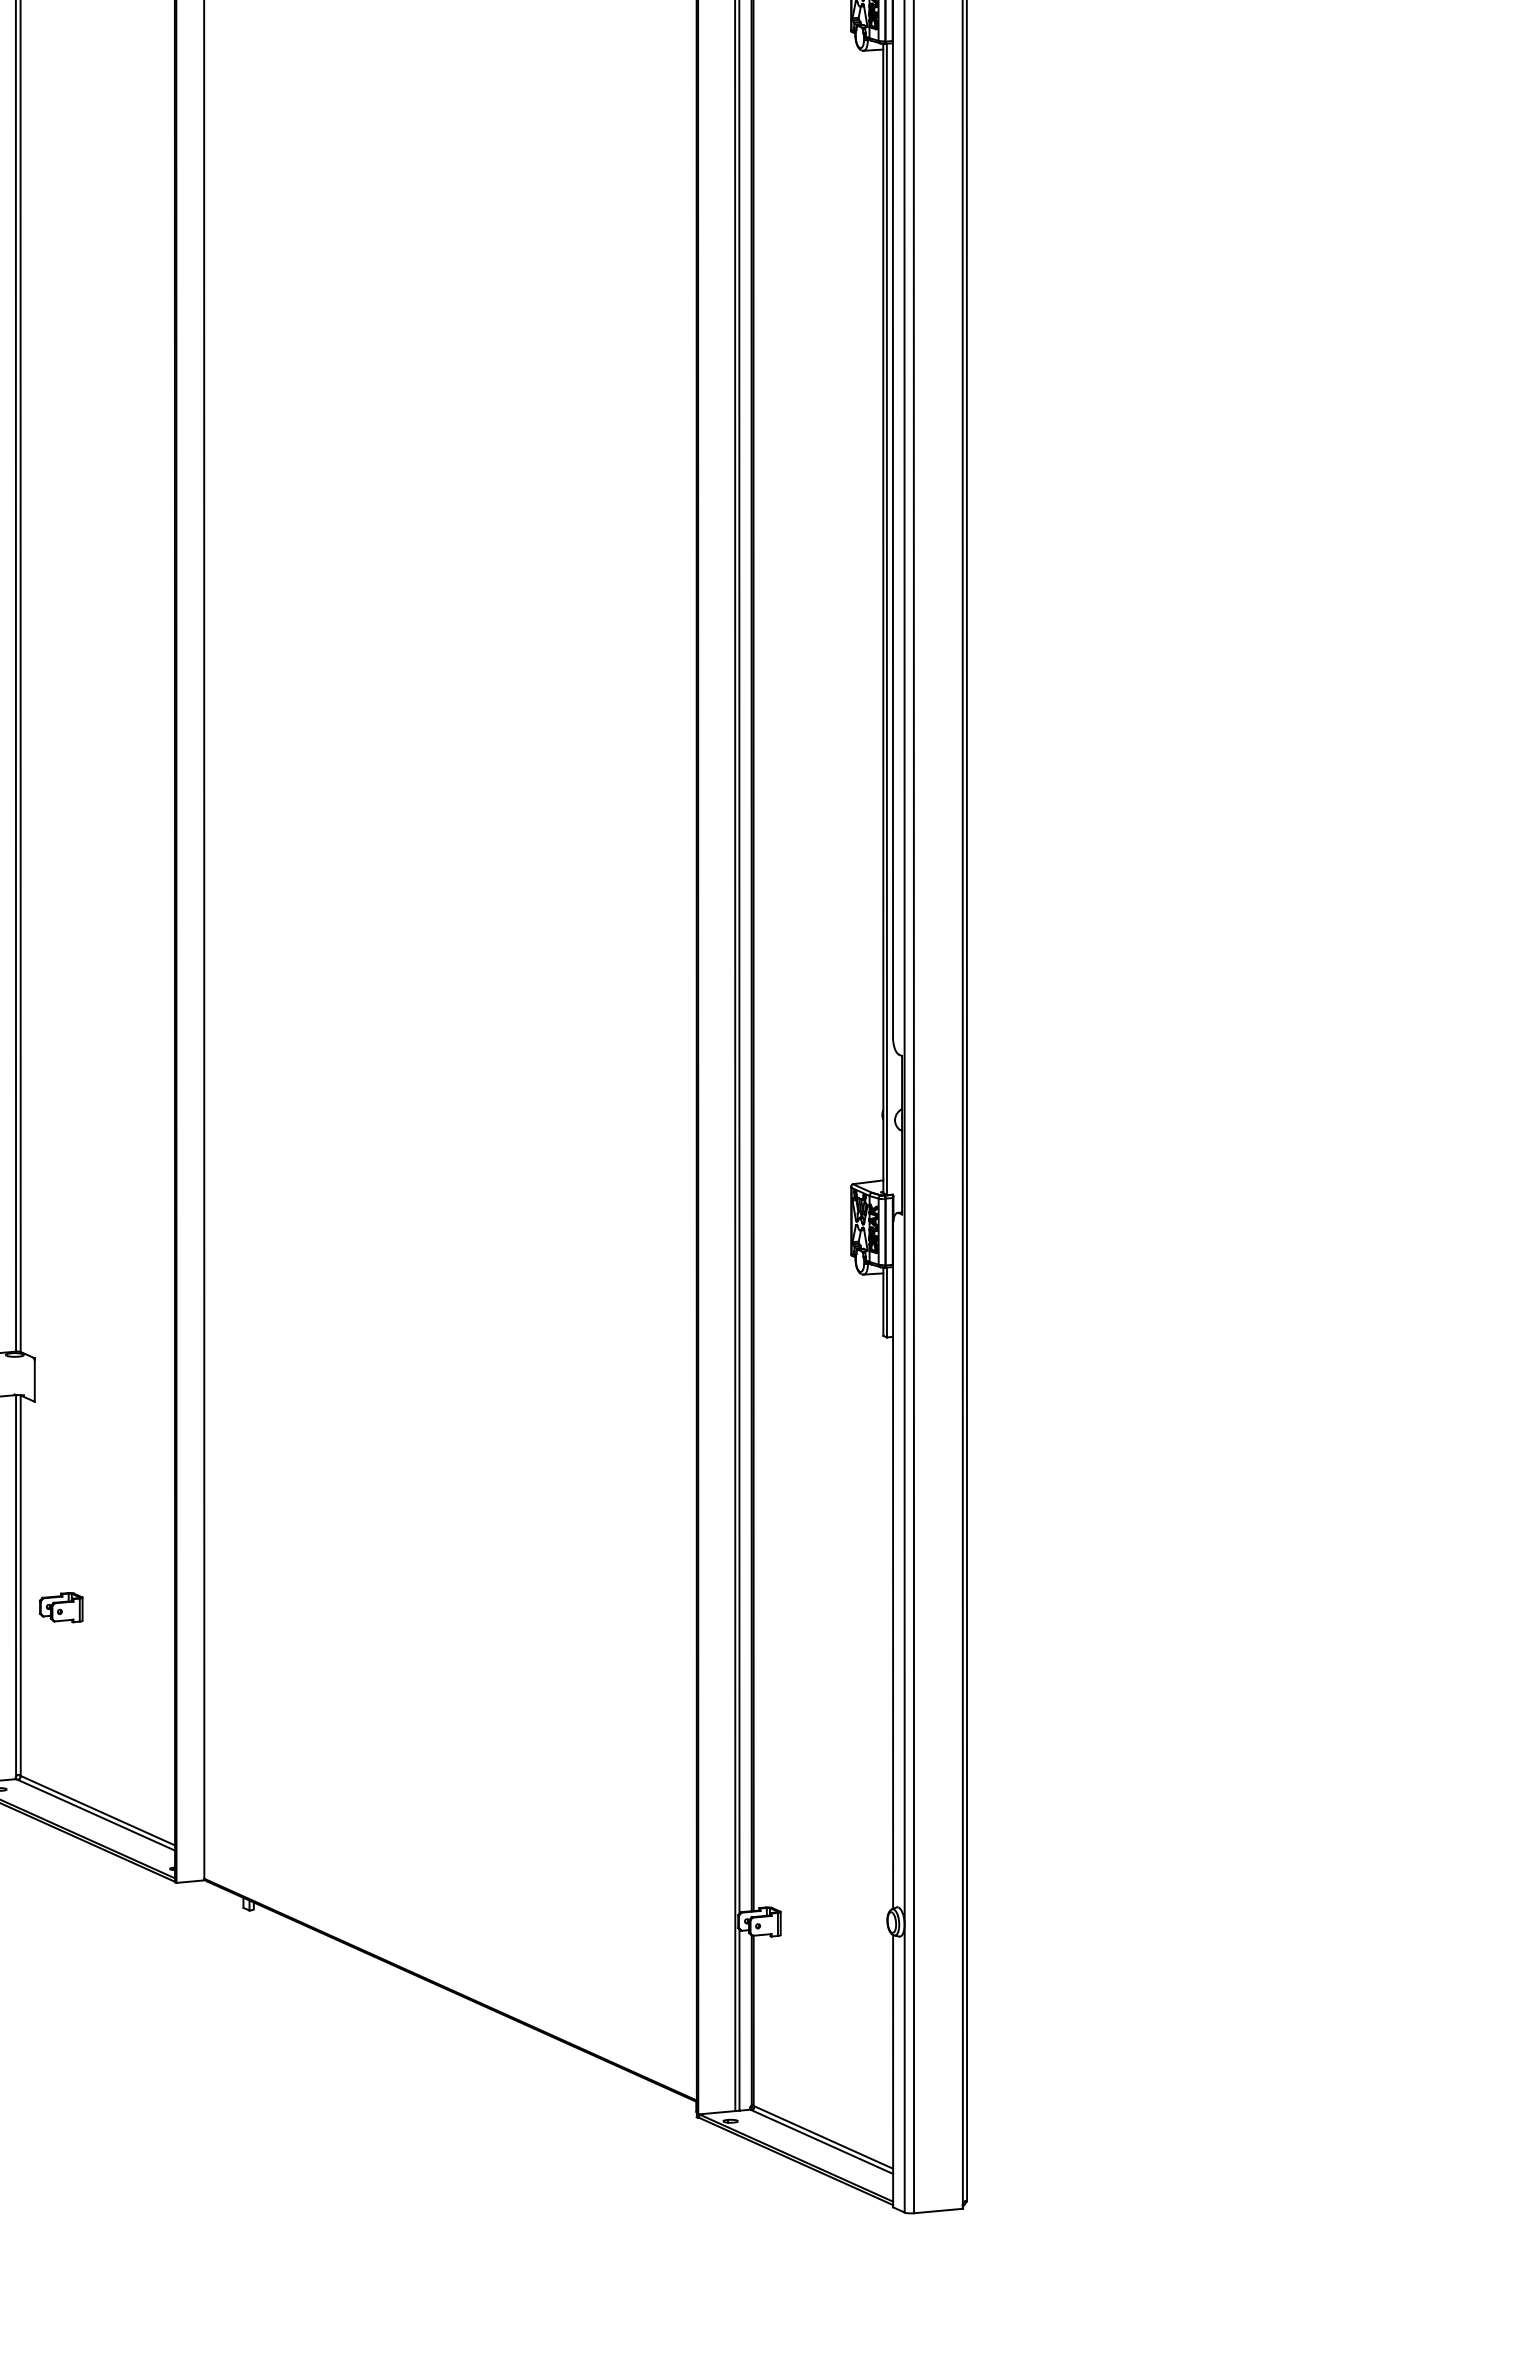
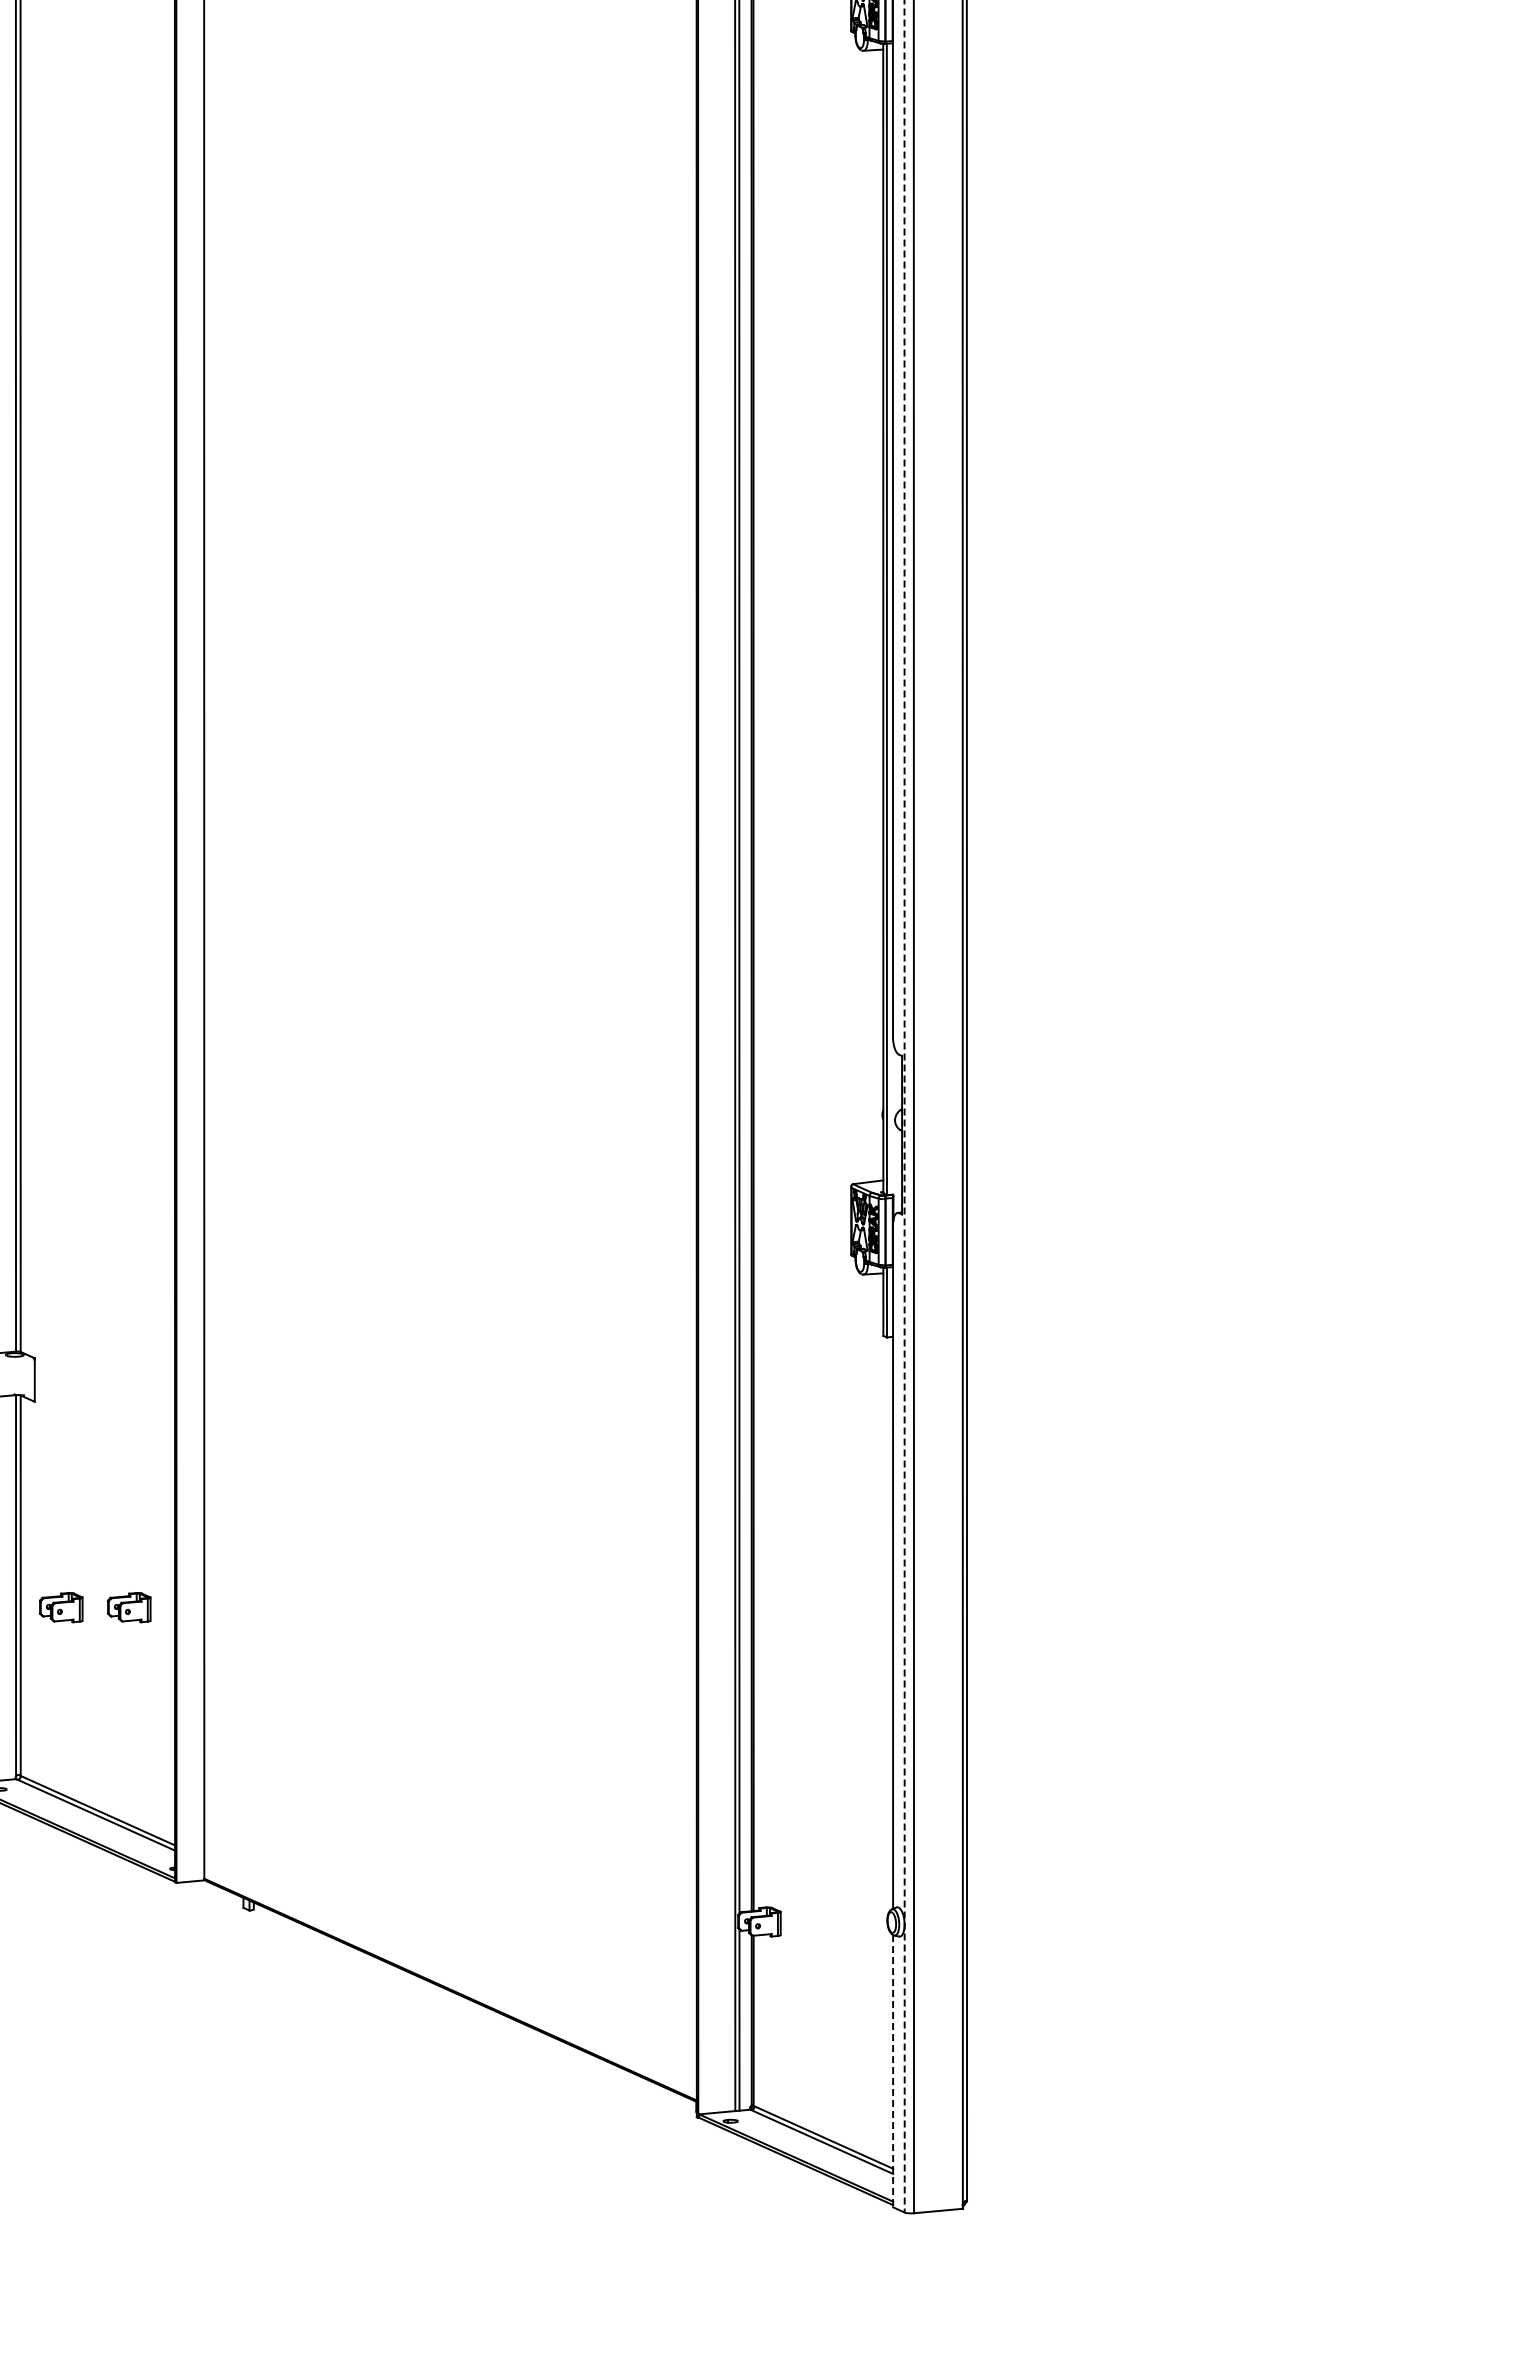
line at (904, 1107): solid -> dashed
part at (129, 1607): none -> present
line at (893, 2071): solid -> dashed
